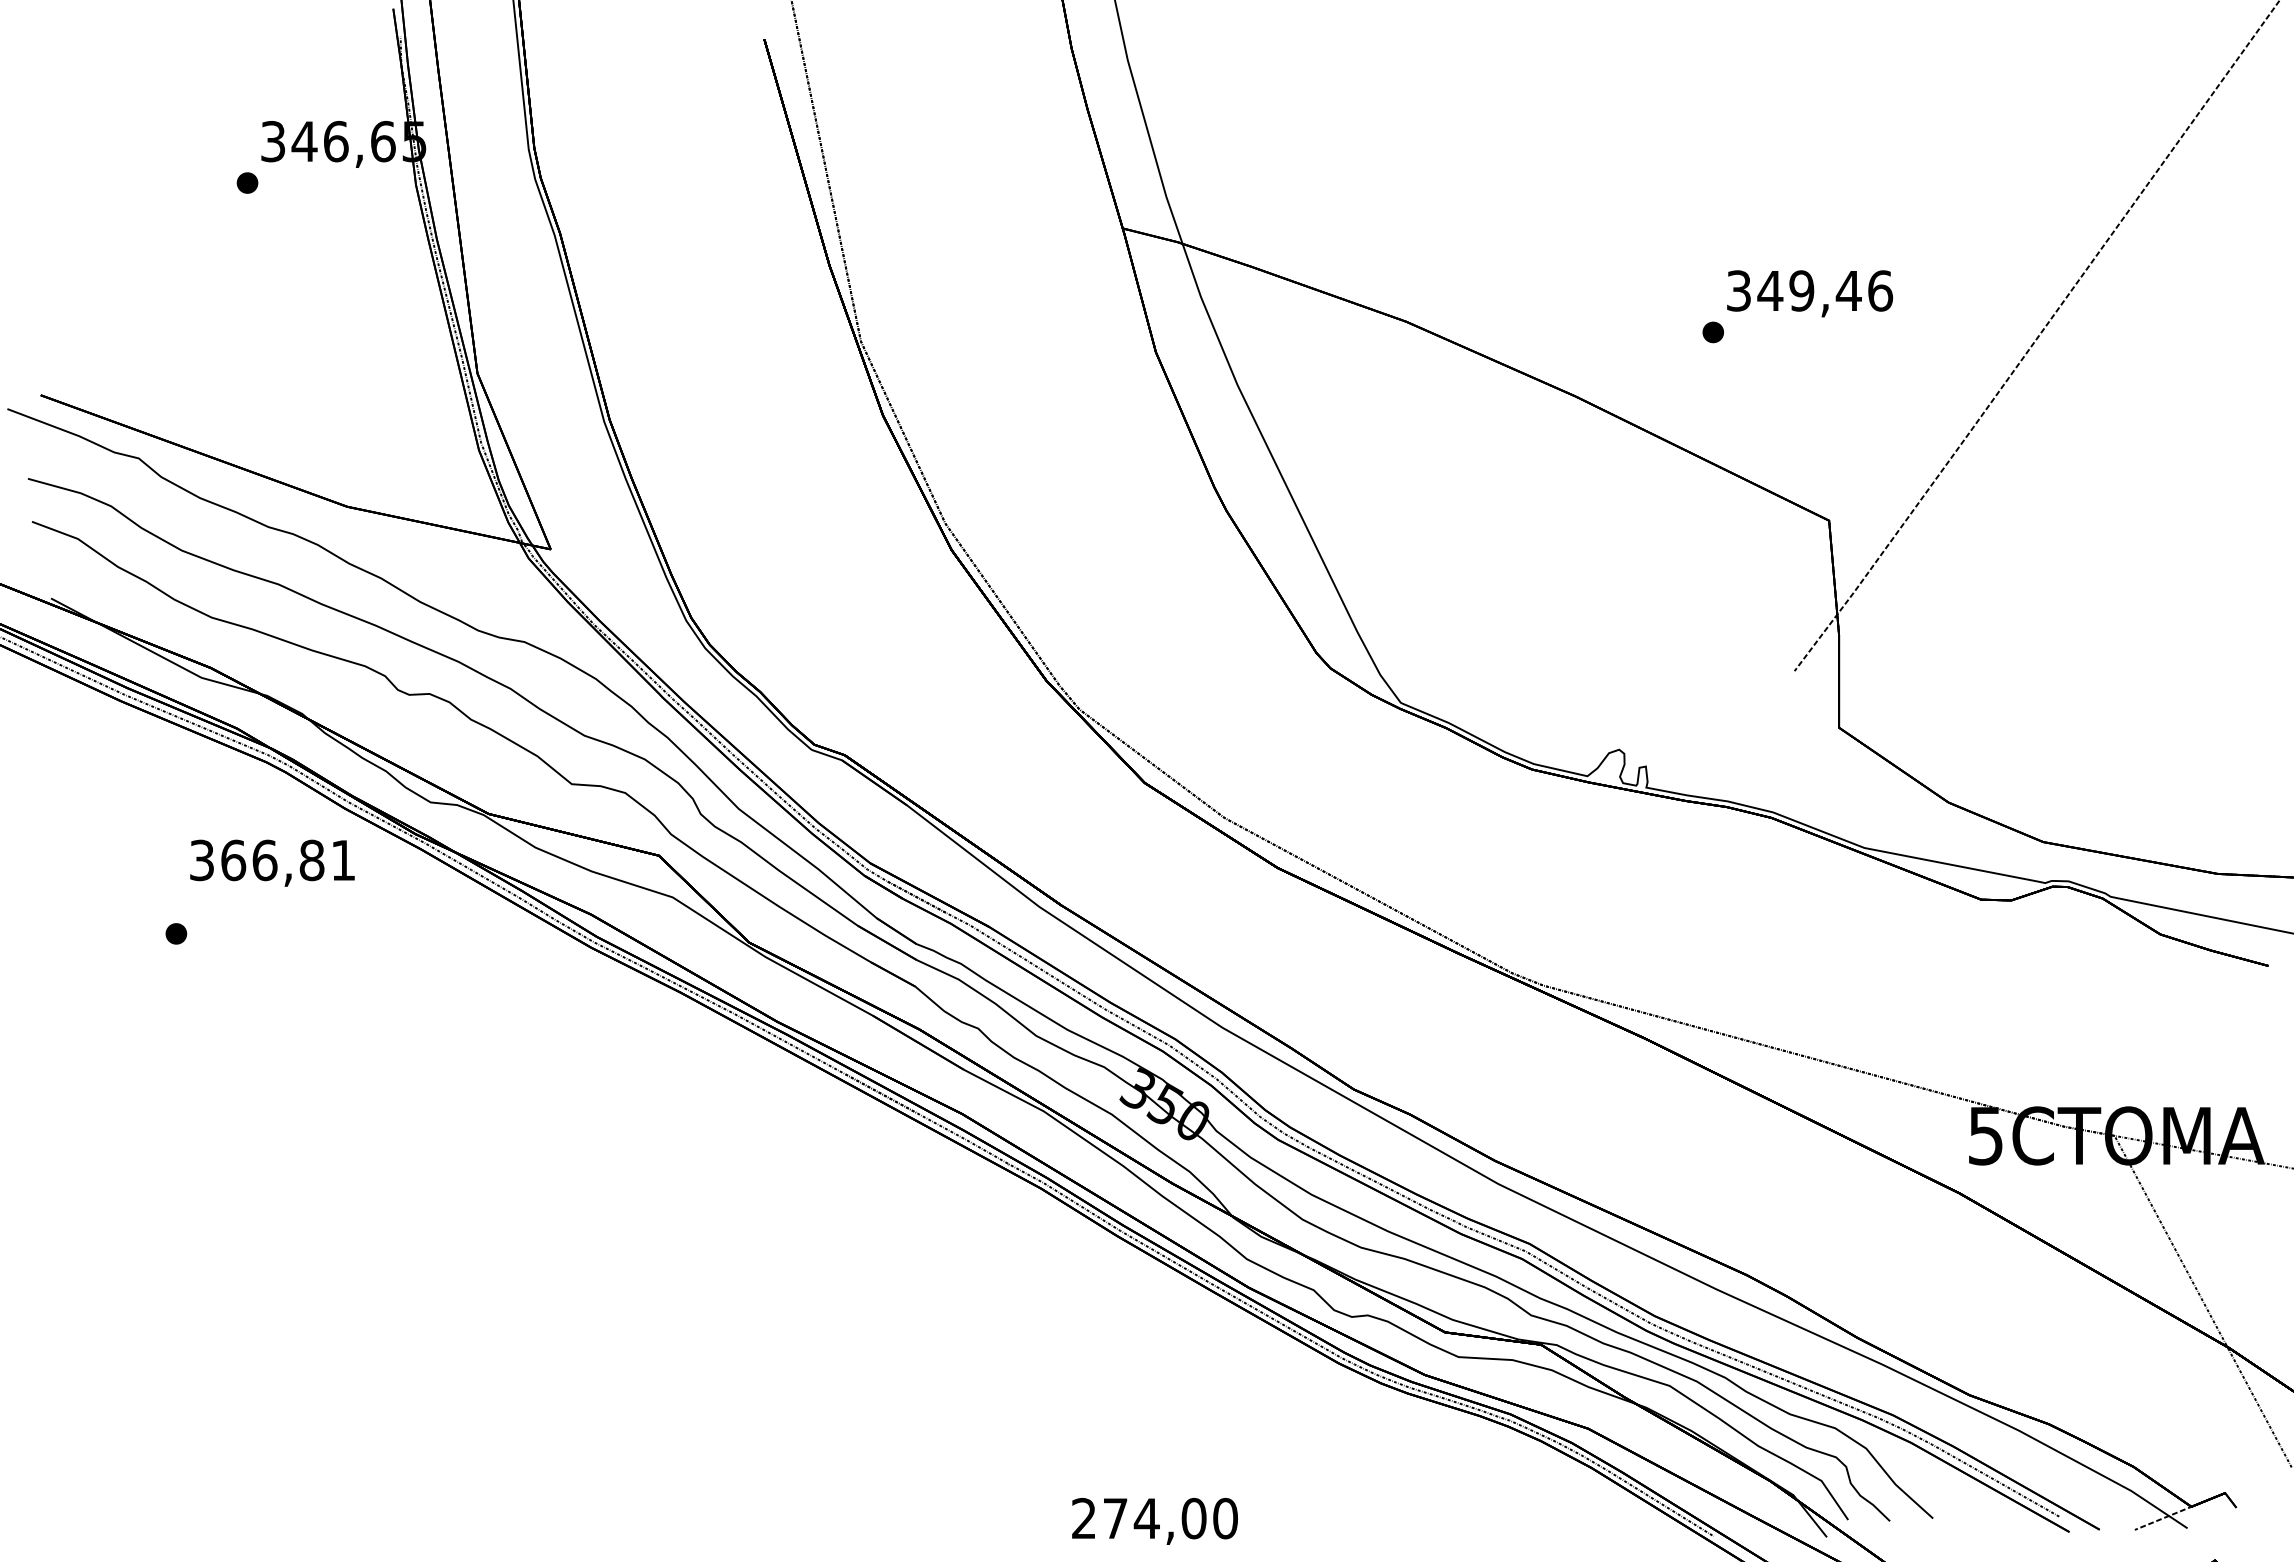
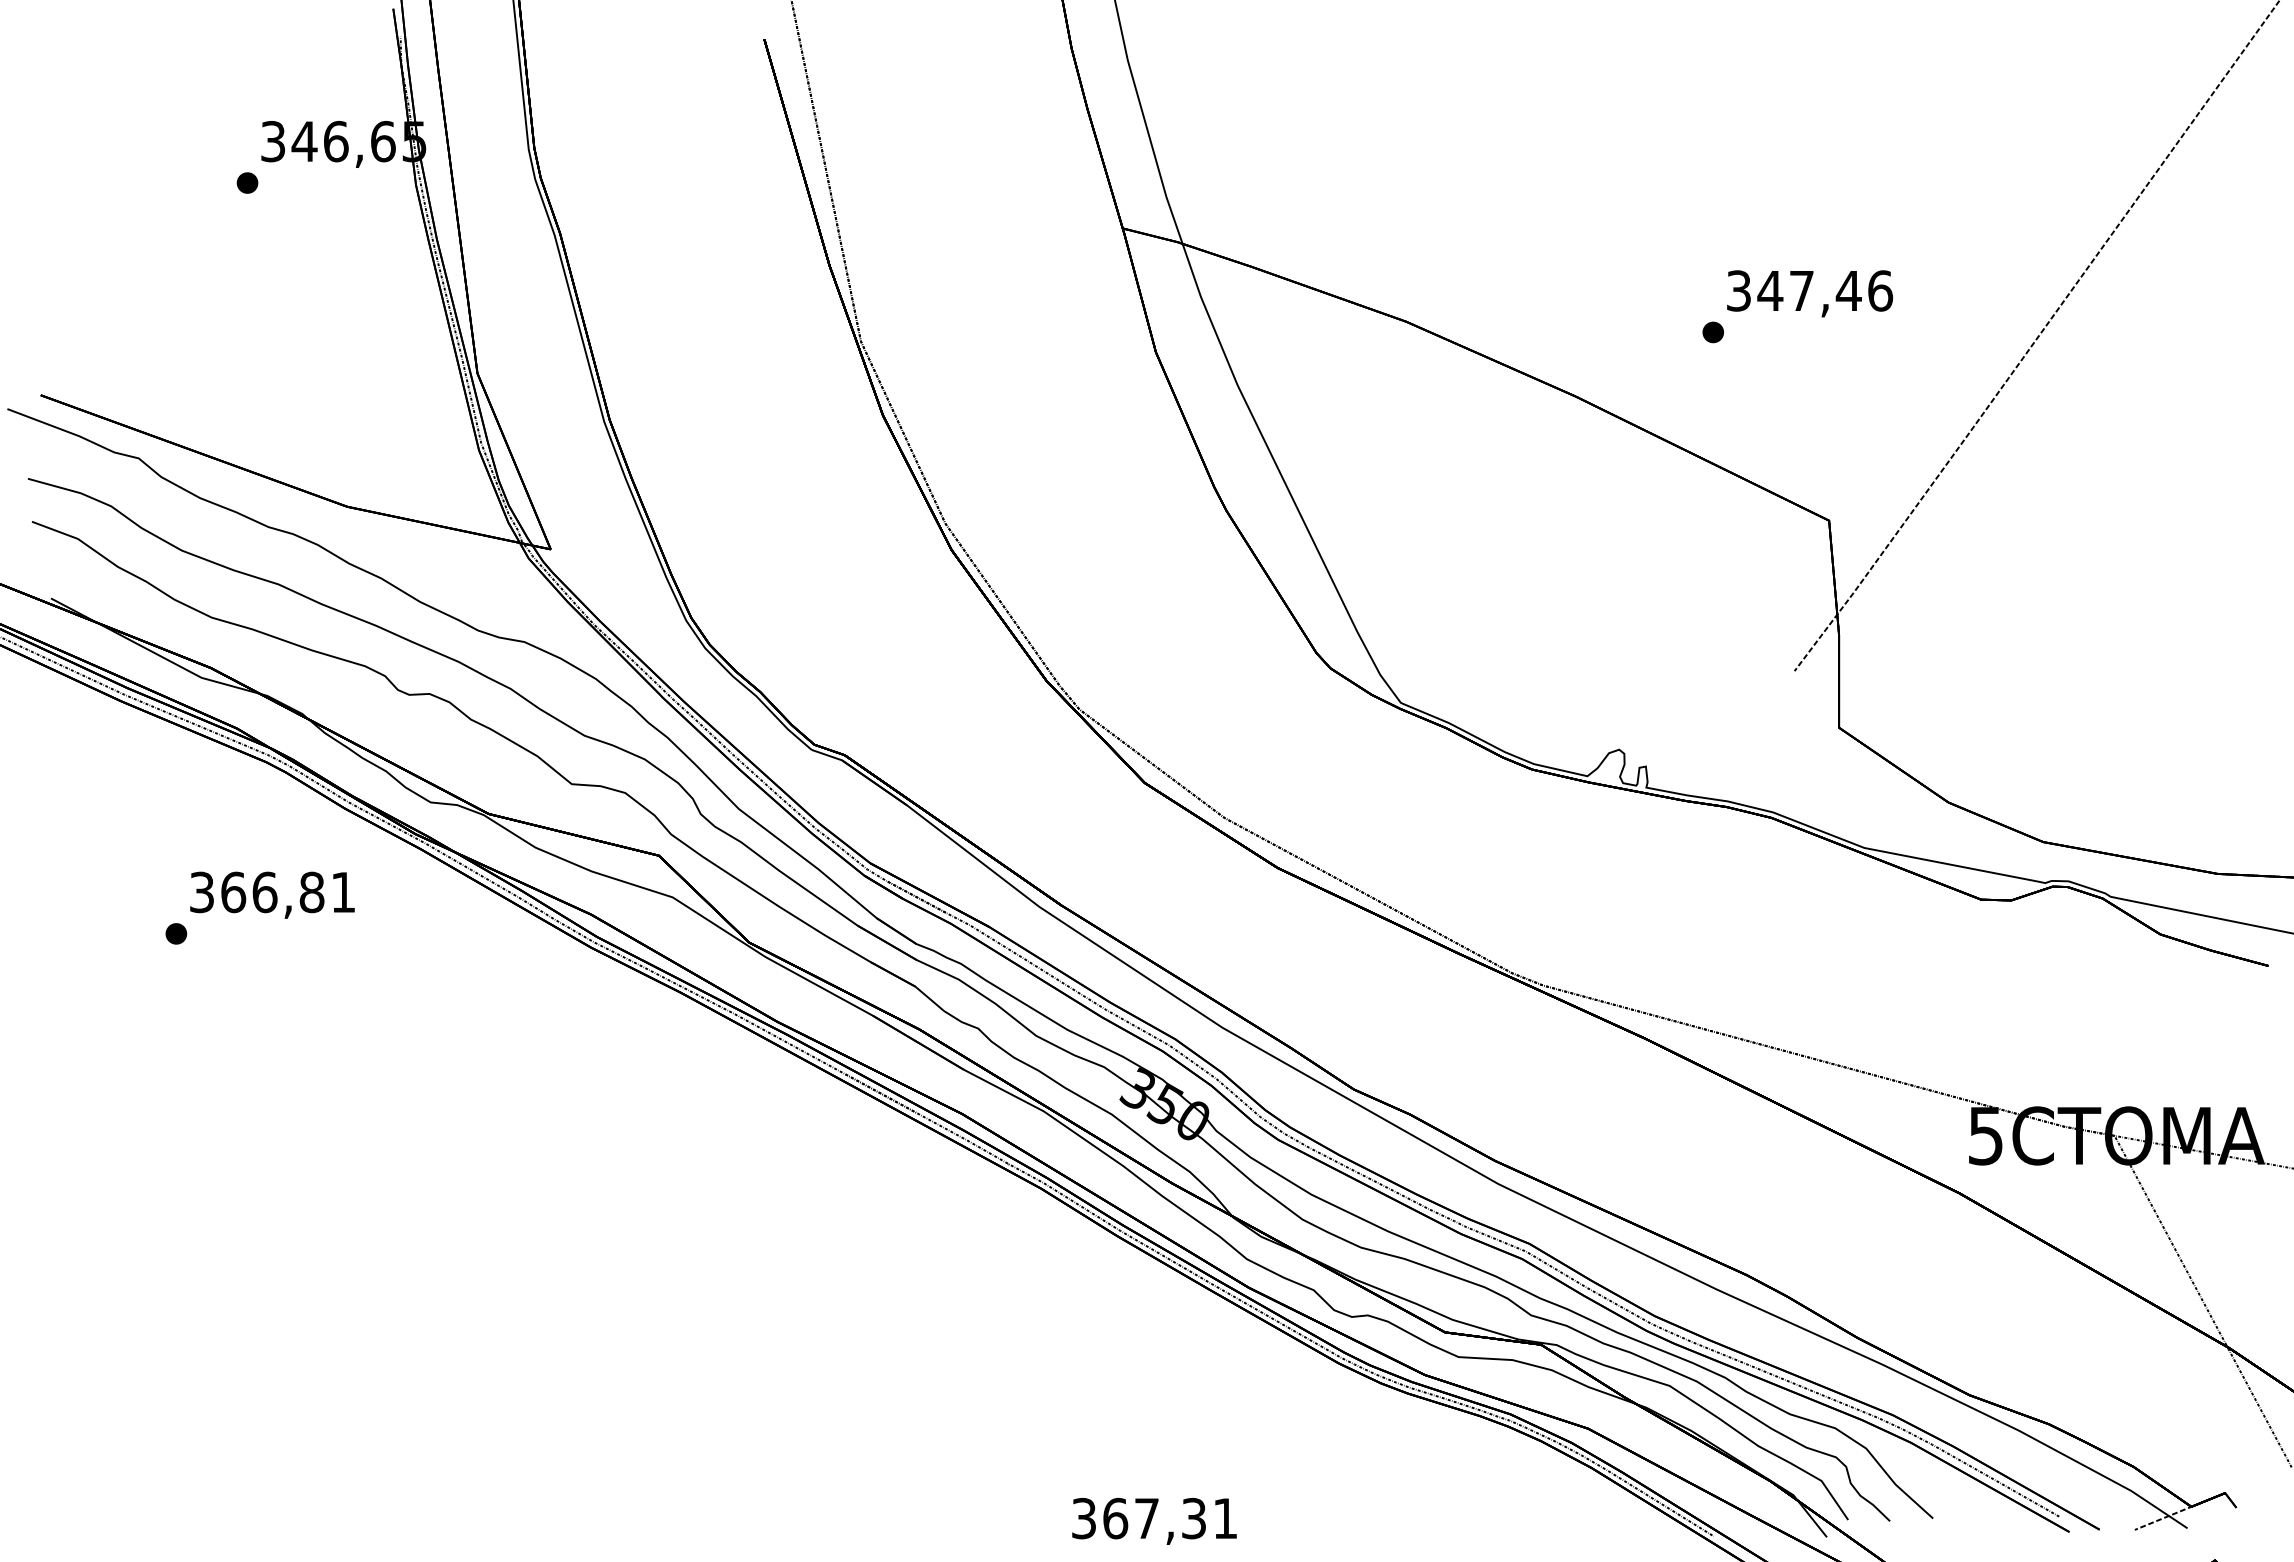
text at (1801, 290): 349,46 -> 347,46
text at (272, 862) position: (272, 862) -> (272, 894)
text at (1154, 1518): 274,00 -> 367,31
